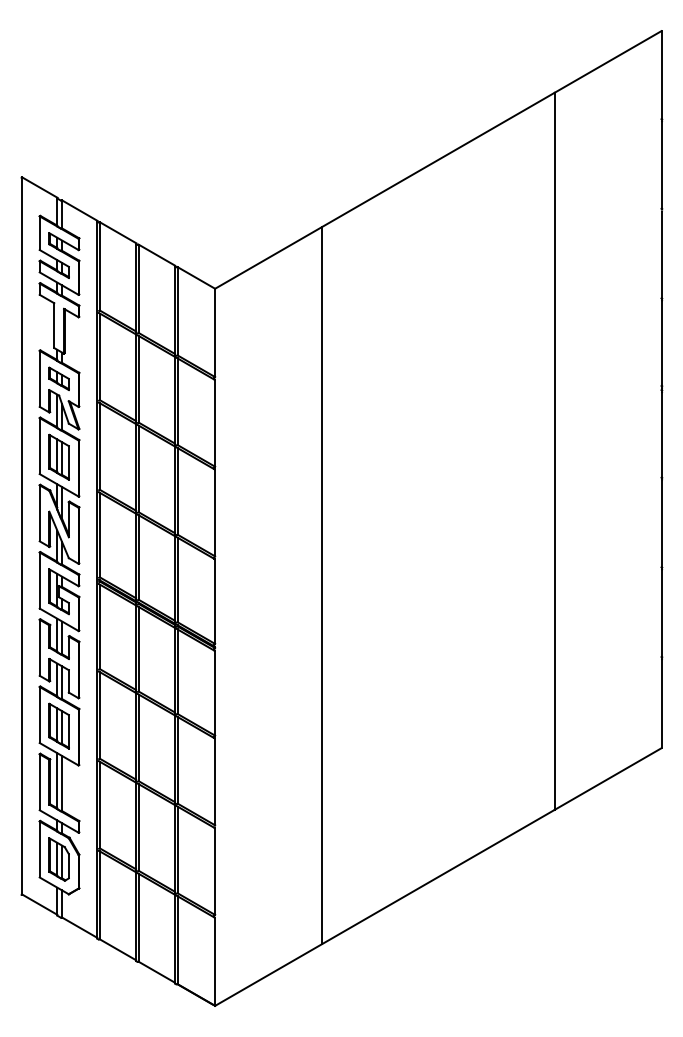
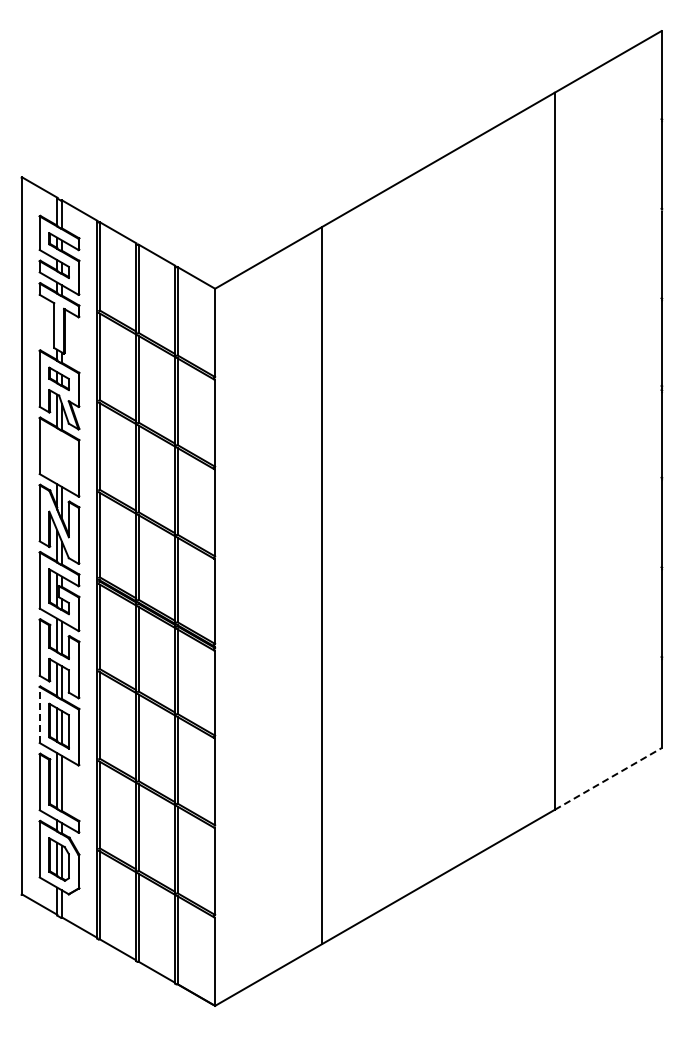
part at (58, 456): present -> none
line at (39, 714): solid -> dashed
line at (608, 779): solid -> dashed
